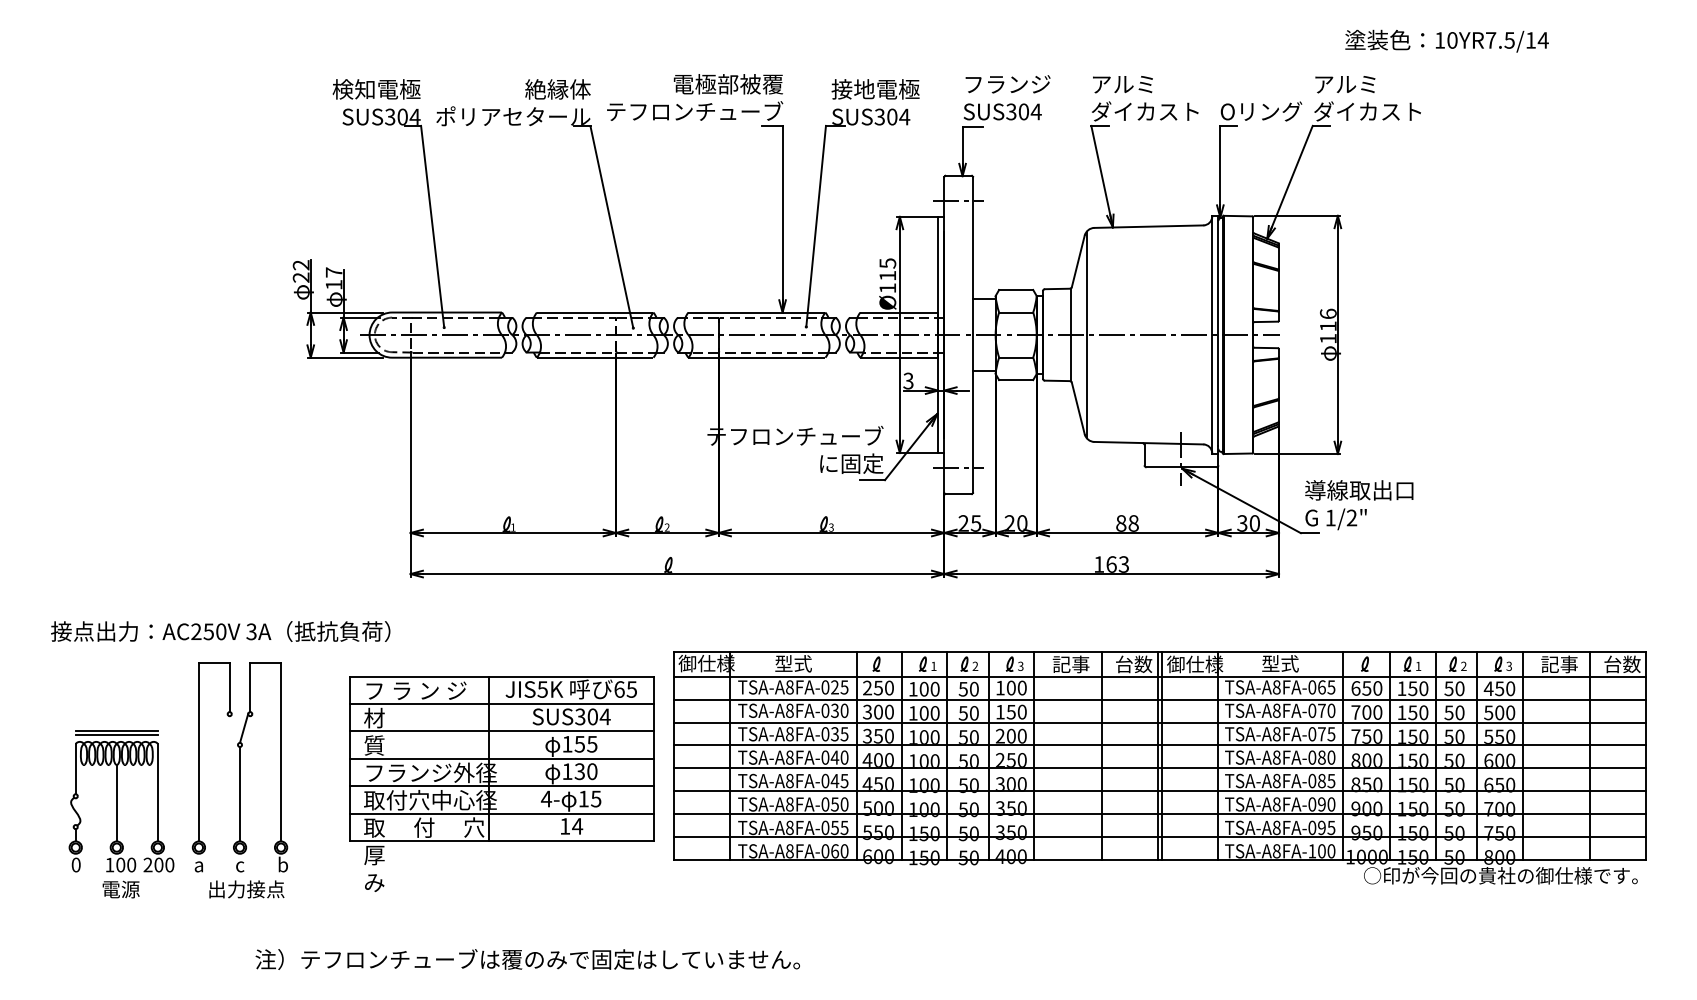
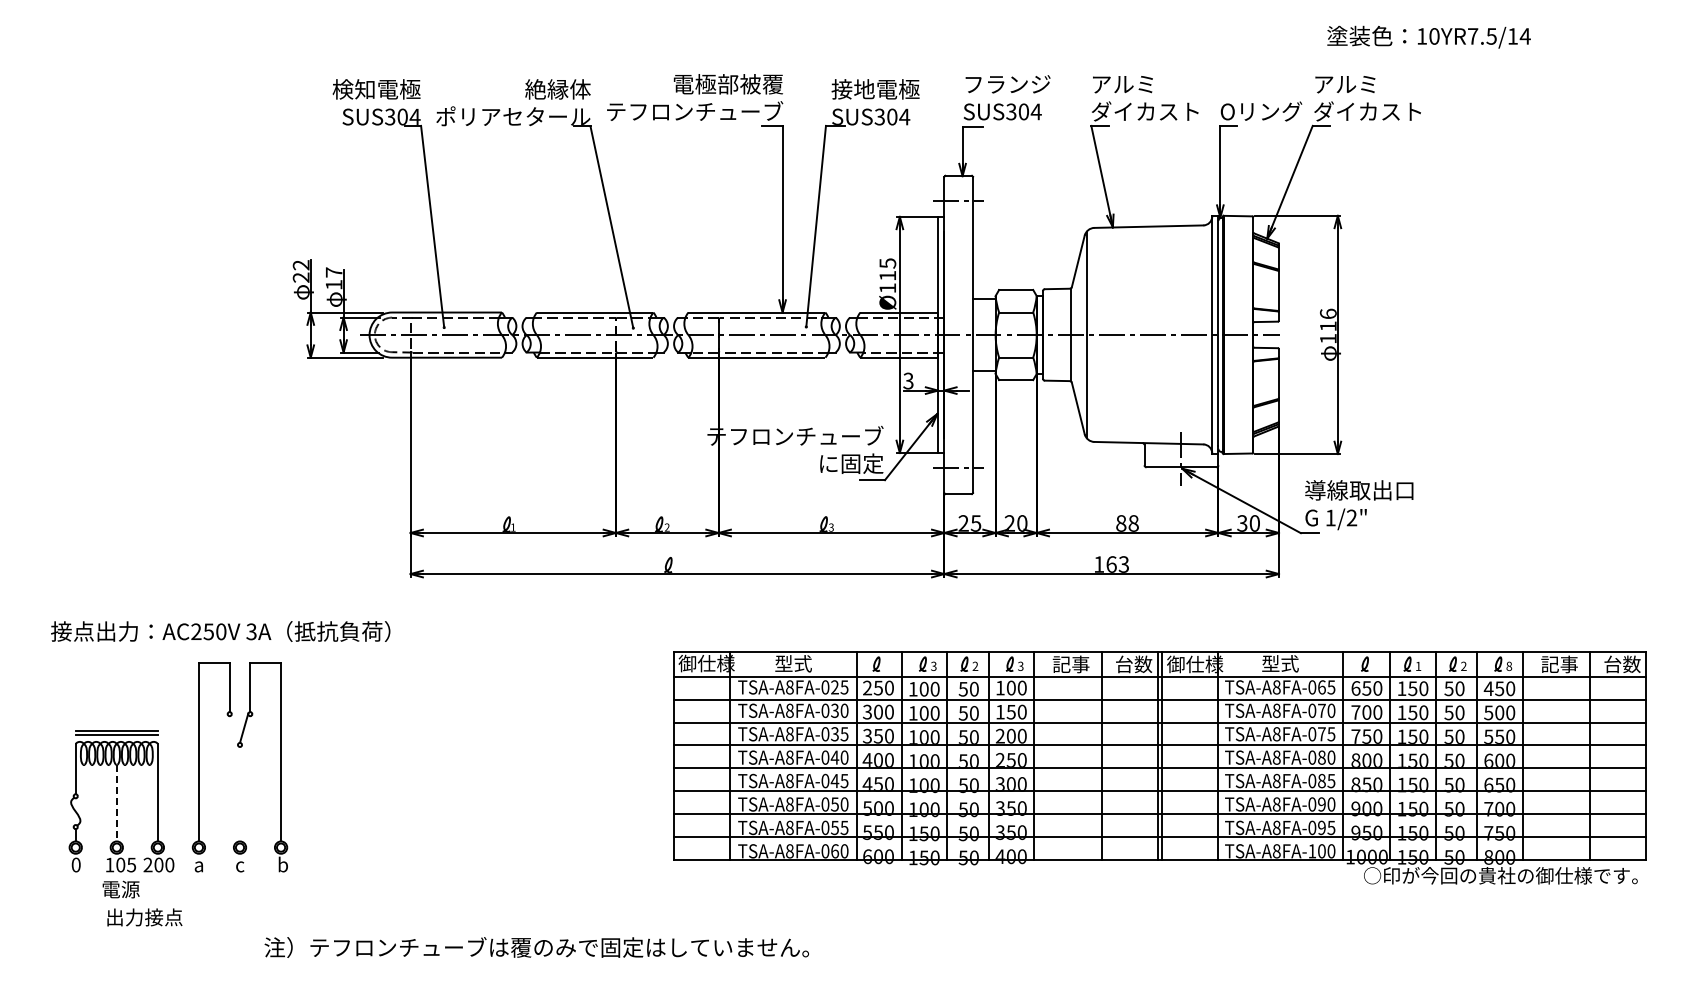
text at (1446, 40) position: (1446, 40) -> (1428, 36)
text at (933, 665): 1 -> 3
text at (1509, 665): 3 -> 8
part at (501, 783): present -> none
line at (240, 794): present -> none
line at (116, 803): solid -> dashed
text at (131, 864): 100 -> 105
text at (246, 889) position: (246, 889) -> (144, 917)
text at (527, 959) position: (527, 959) -> (536, 947)
